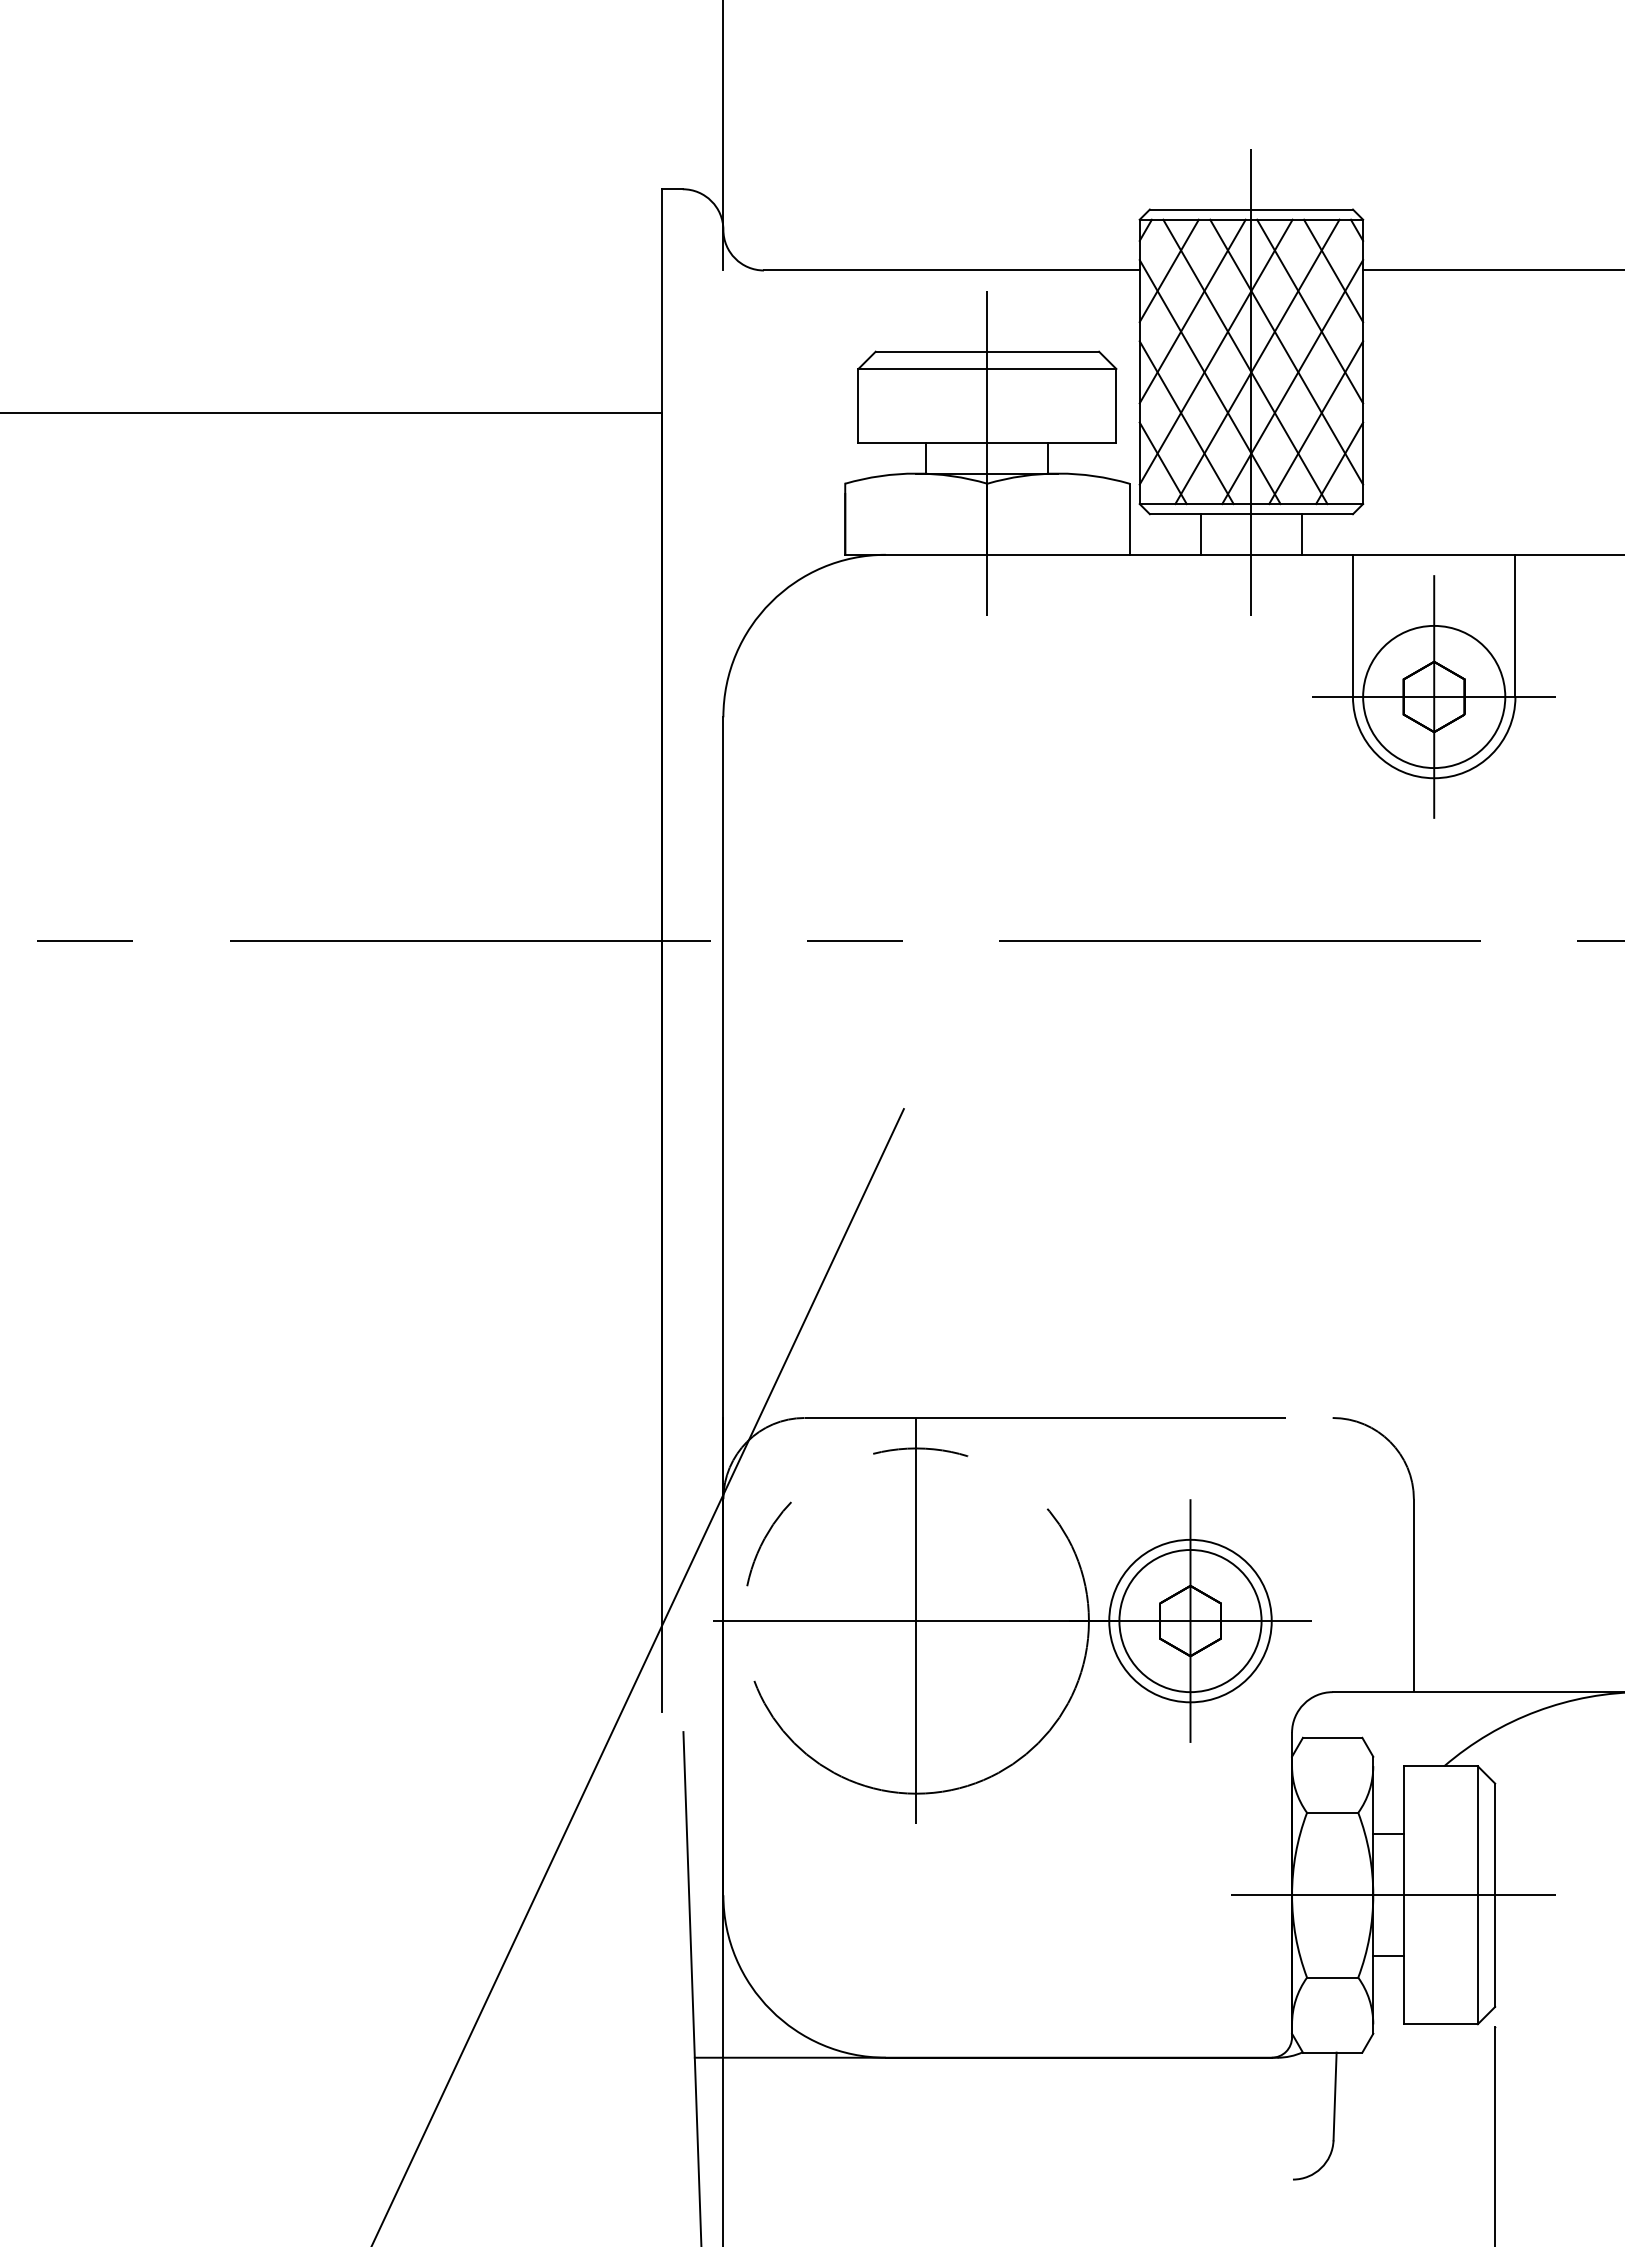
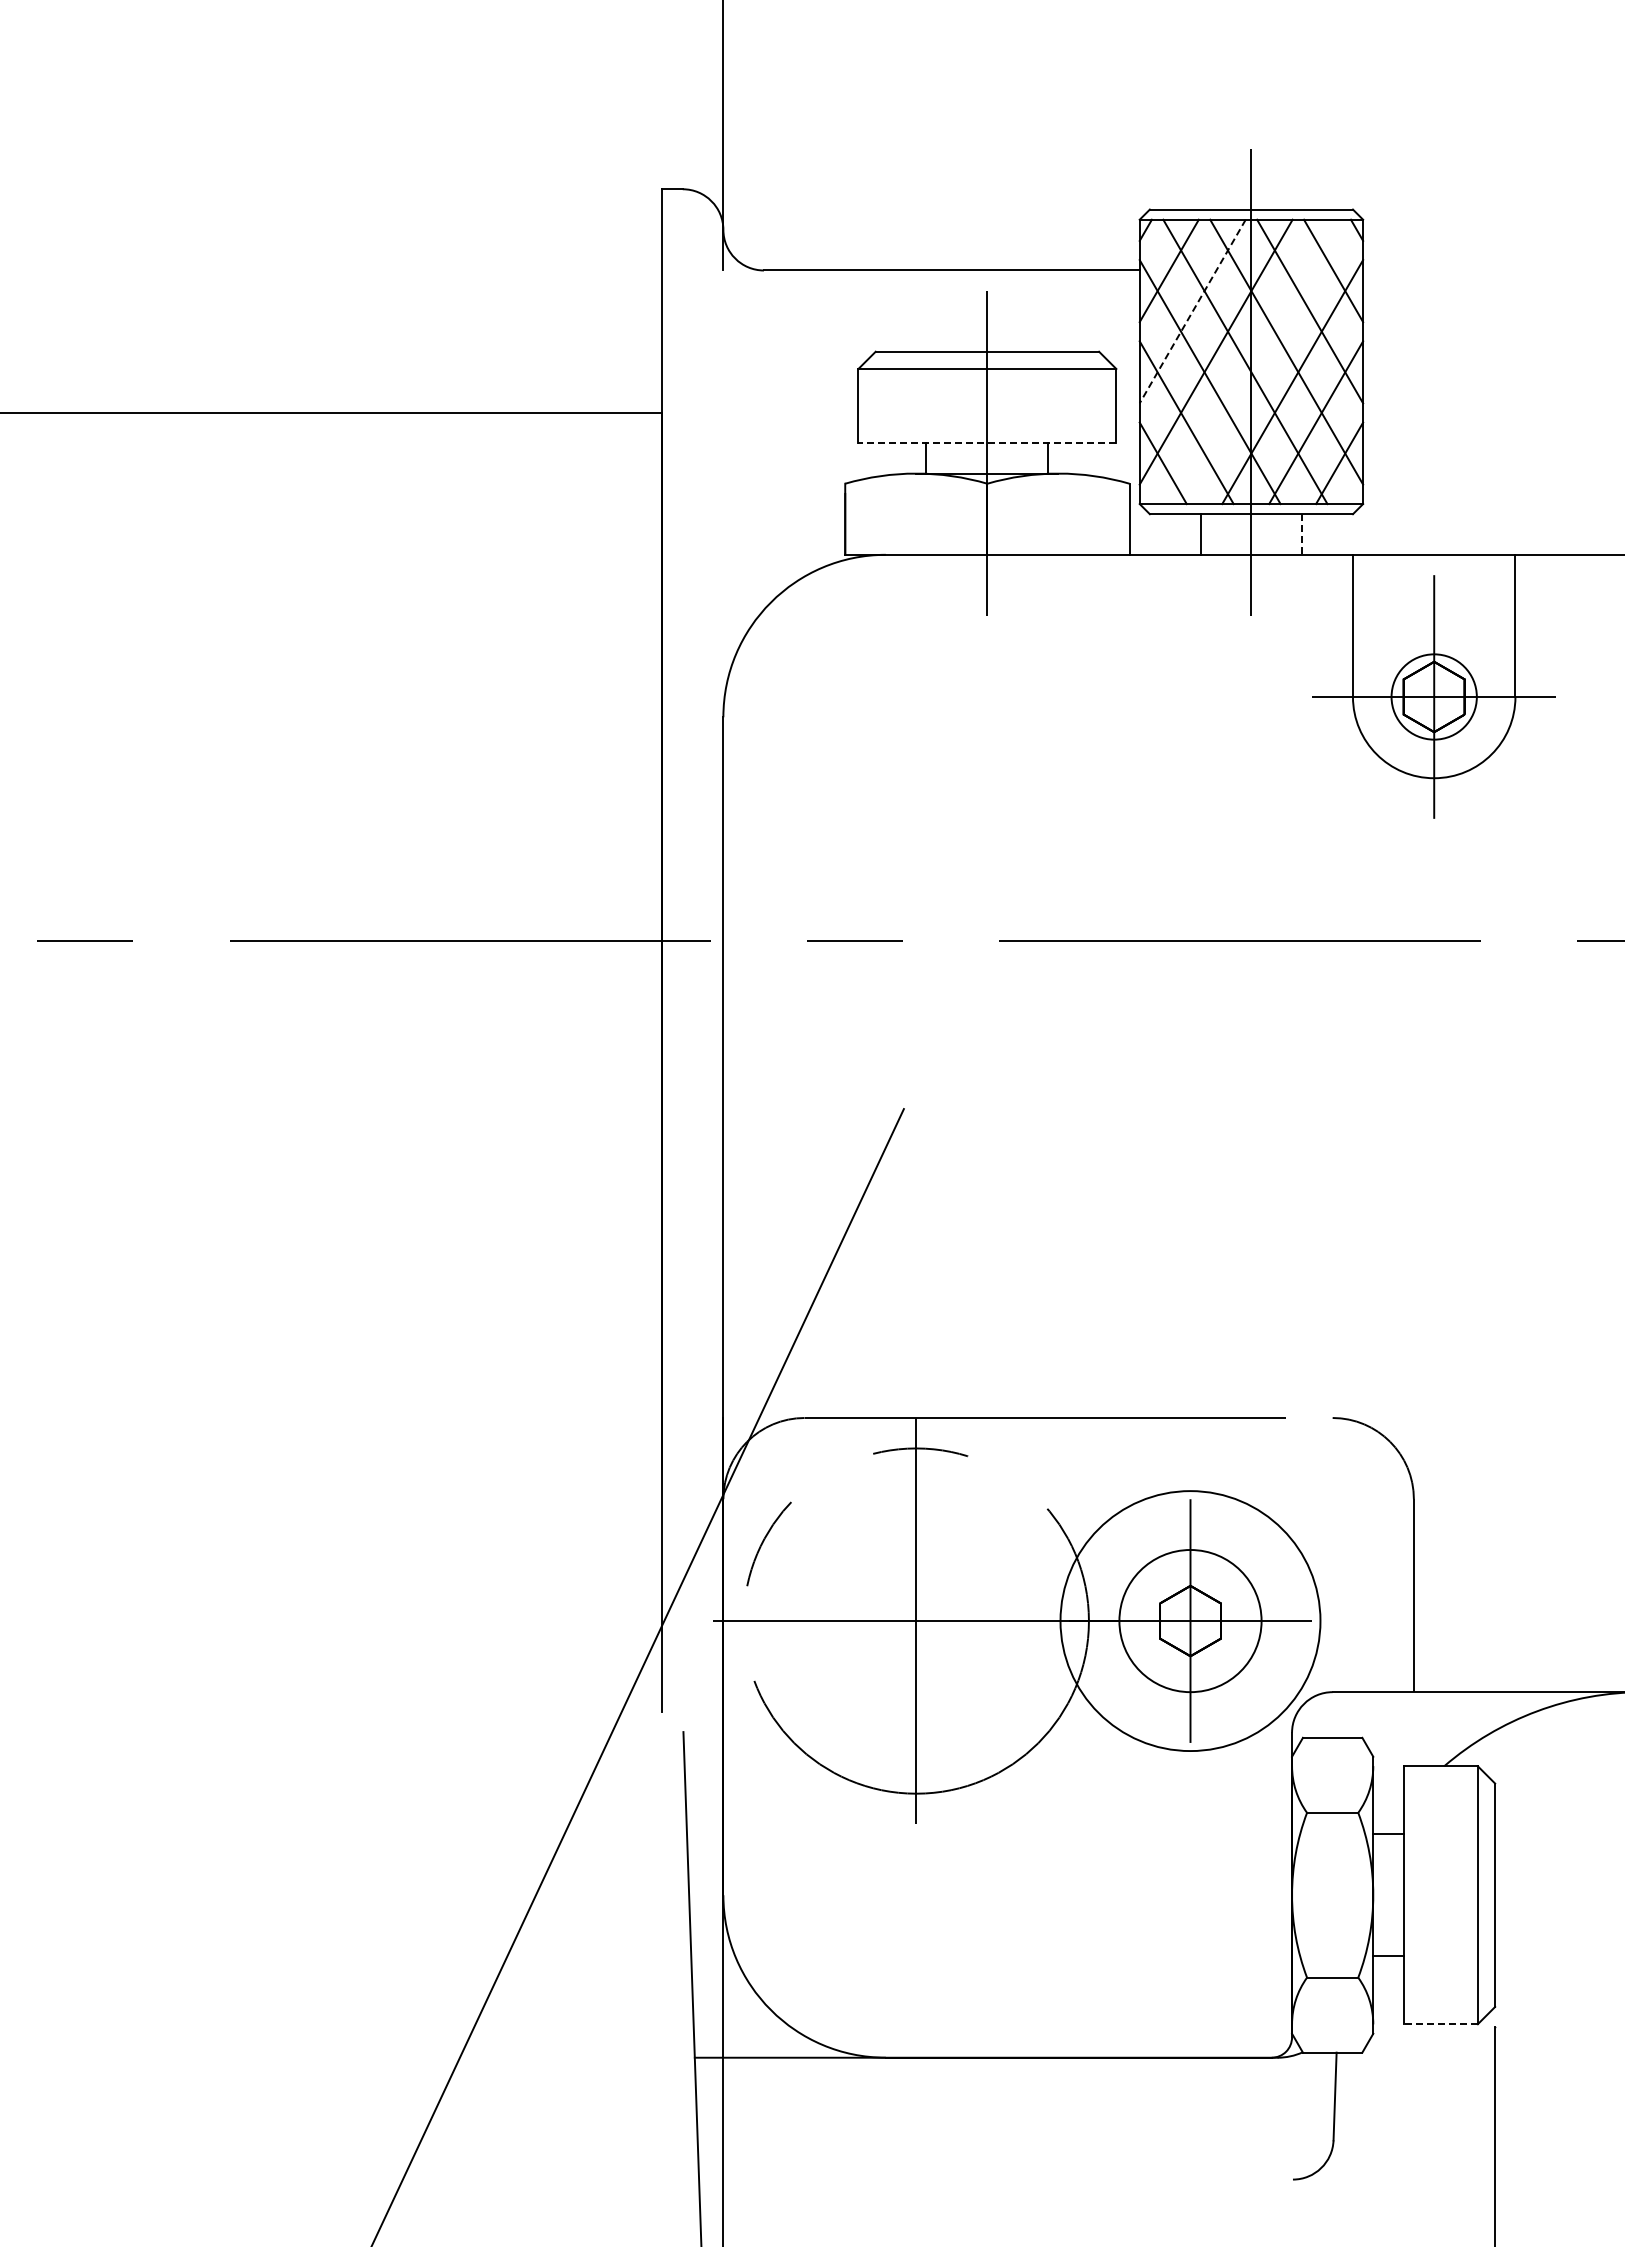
line at (1492, 270): present -> none
line at (1192, 311): solid -> dashed
line at (1257, 361): present -> none
line at (987, 443): solid -> dashed
line at (1302, 535): solid -> dashed
circle at (1434, 696) diameter: 142 px -> 85 px
circle at (1190, 1620) diameter: 162 px -> 260 px
line at (1393, 1895): present -> none
line at (1440, 2024): solid -> dashed
